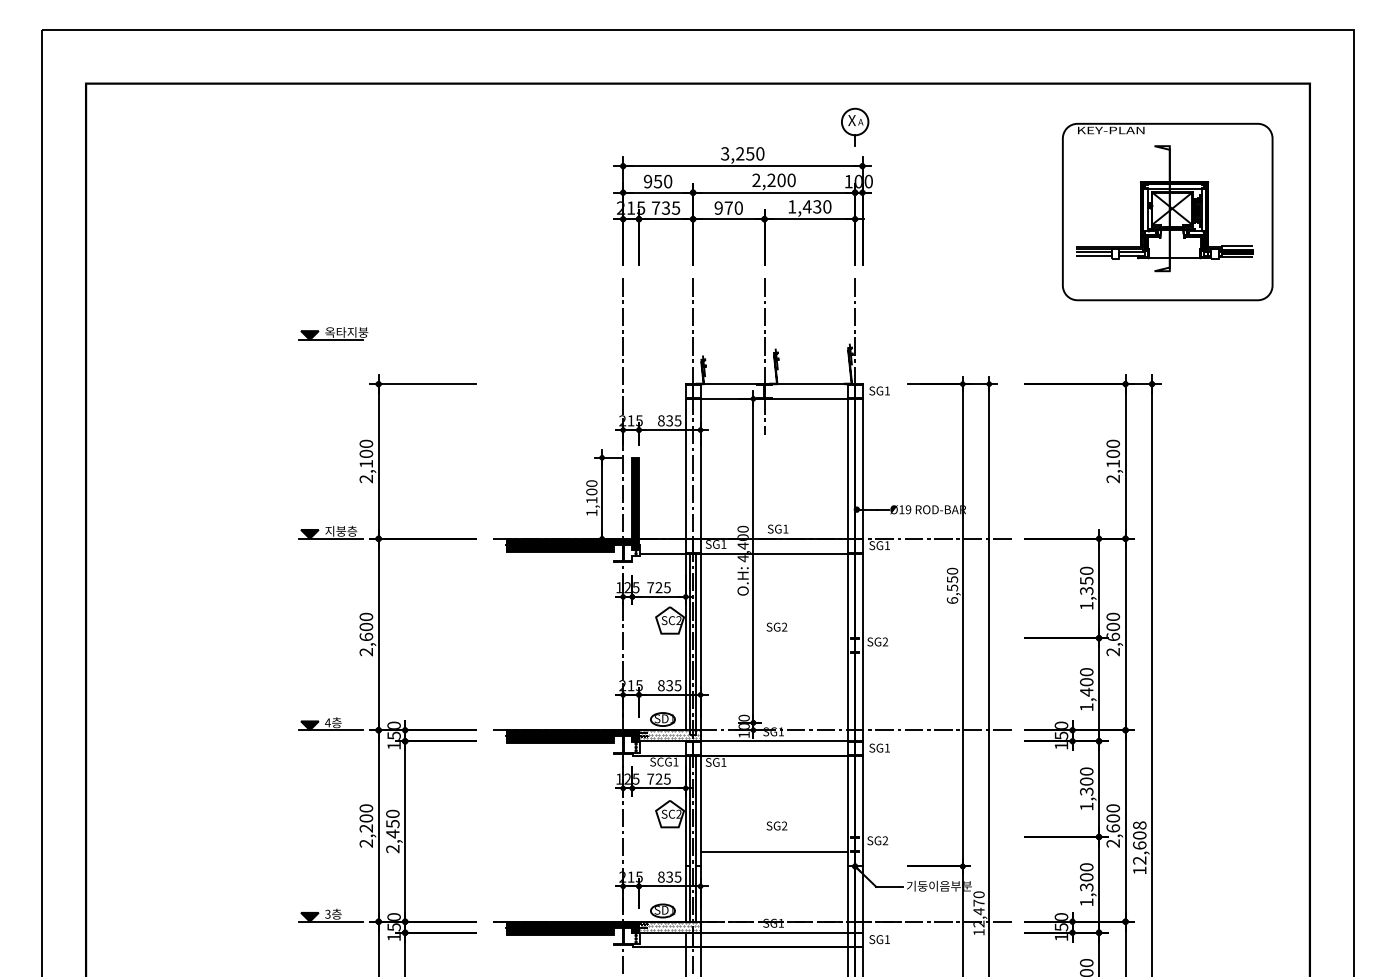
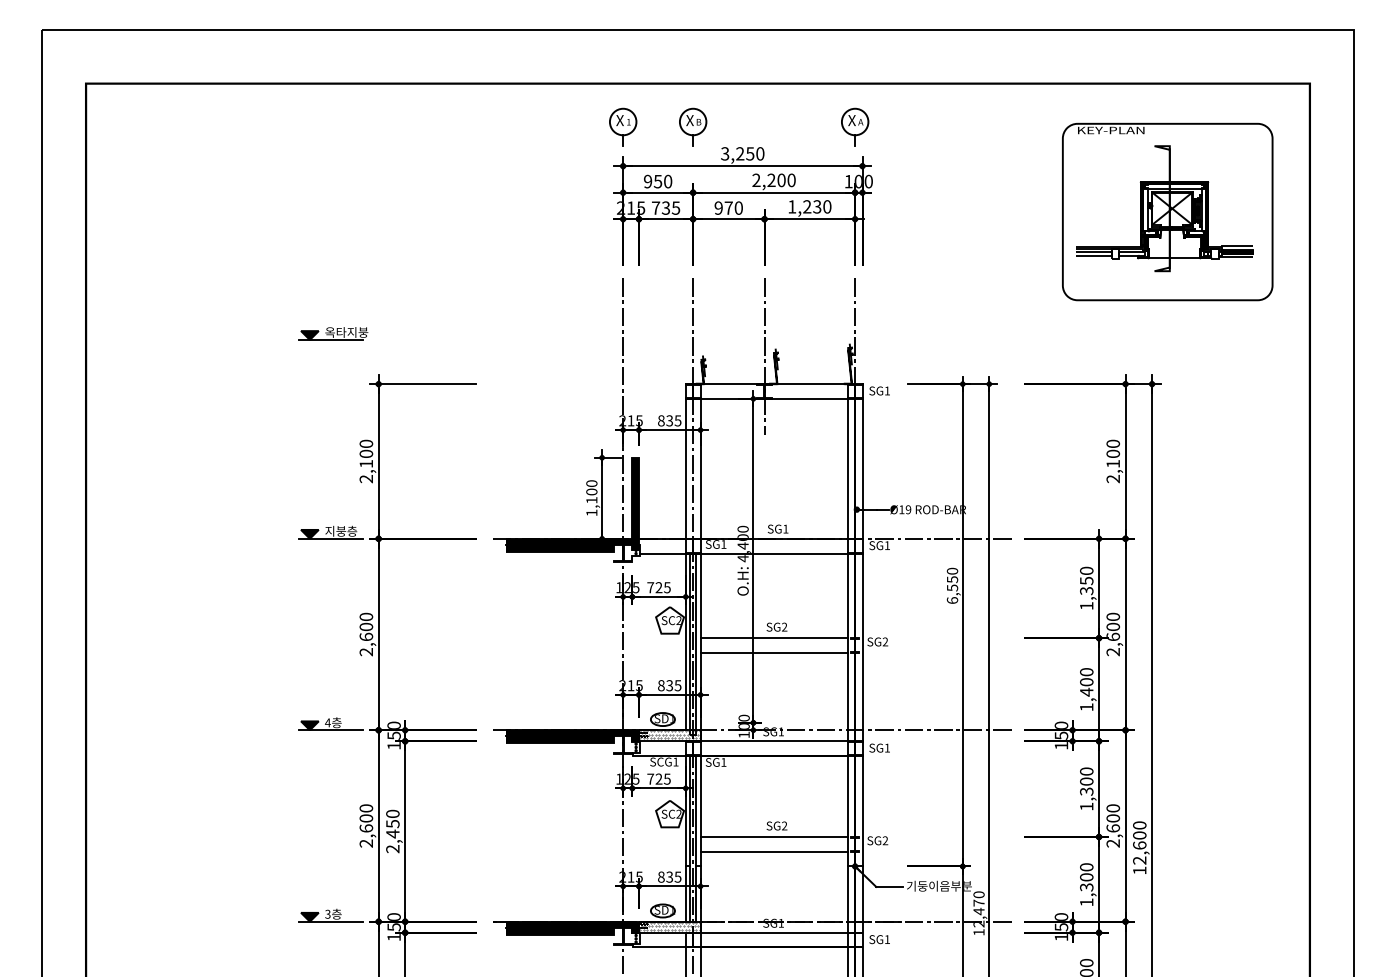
part at (623, 126): none -> present
part at (693, 126): none -> present
text at (806, 206): 1,430 -> 1,230
line at (773, 638): none -> present
line at (773, 652): none -> present
text at (1139, 825): 12,608 -> 12,600
text at (366, 828): 2,200 -> 2,600
line at (773, 837): none -> present
